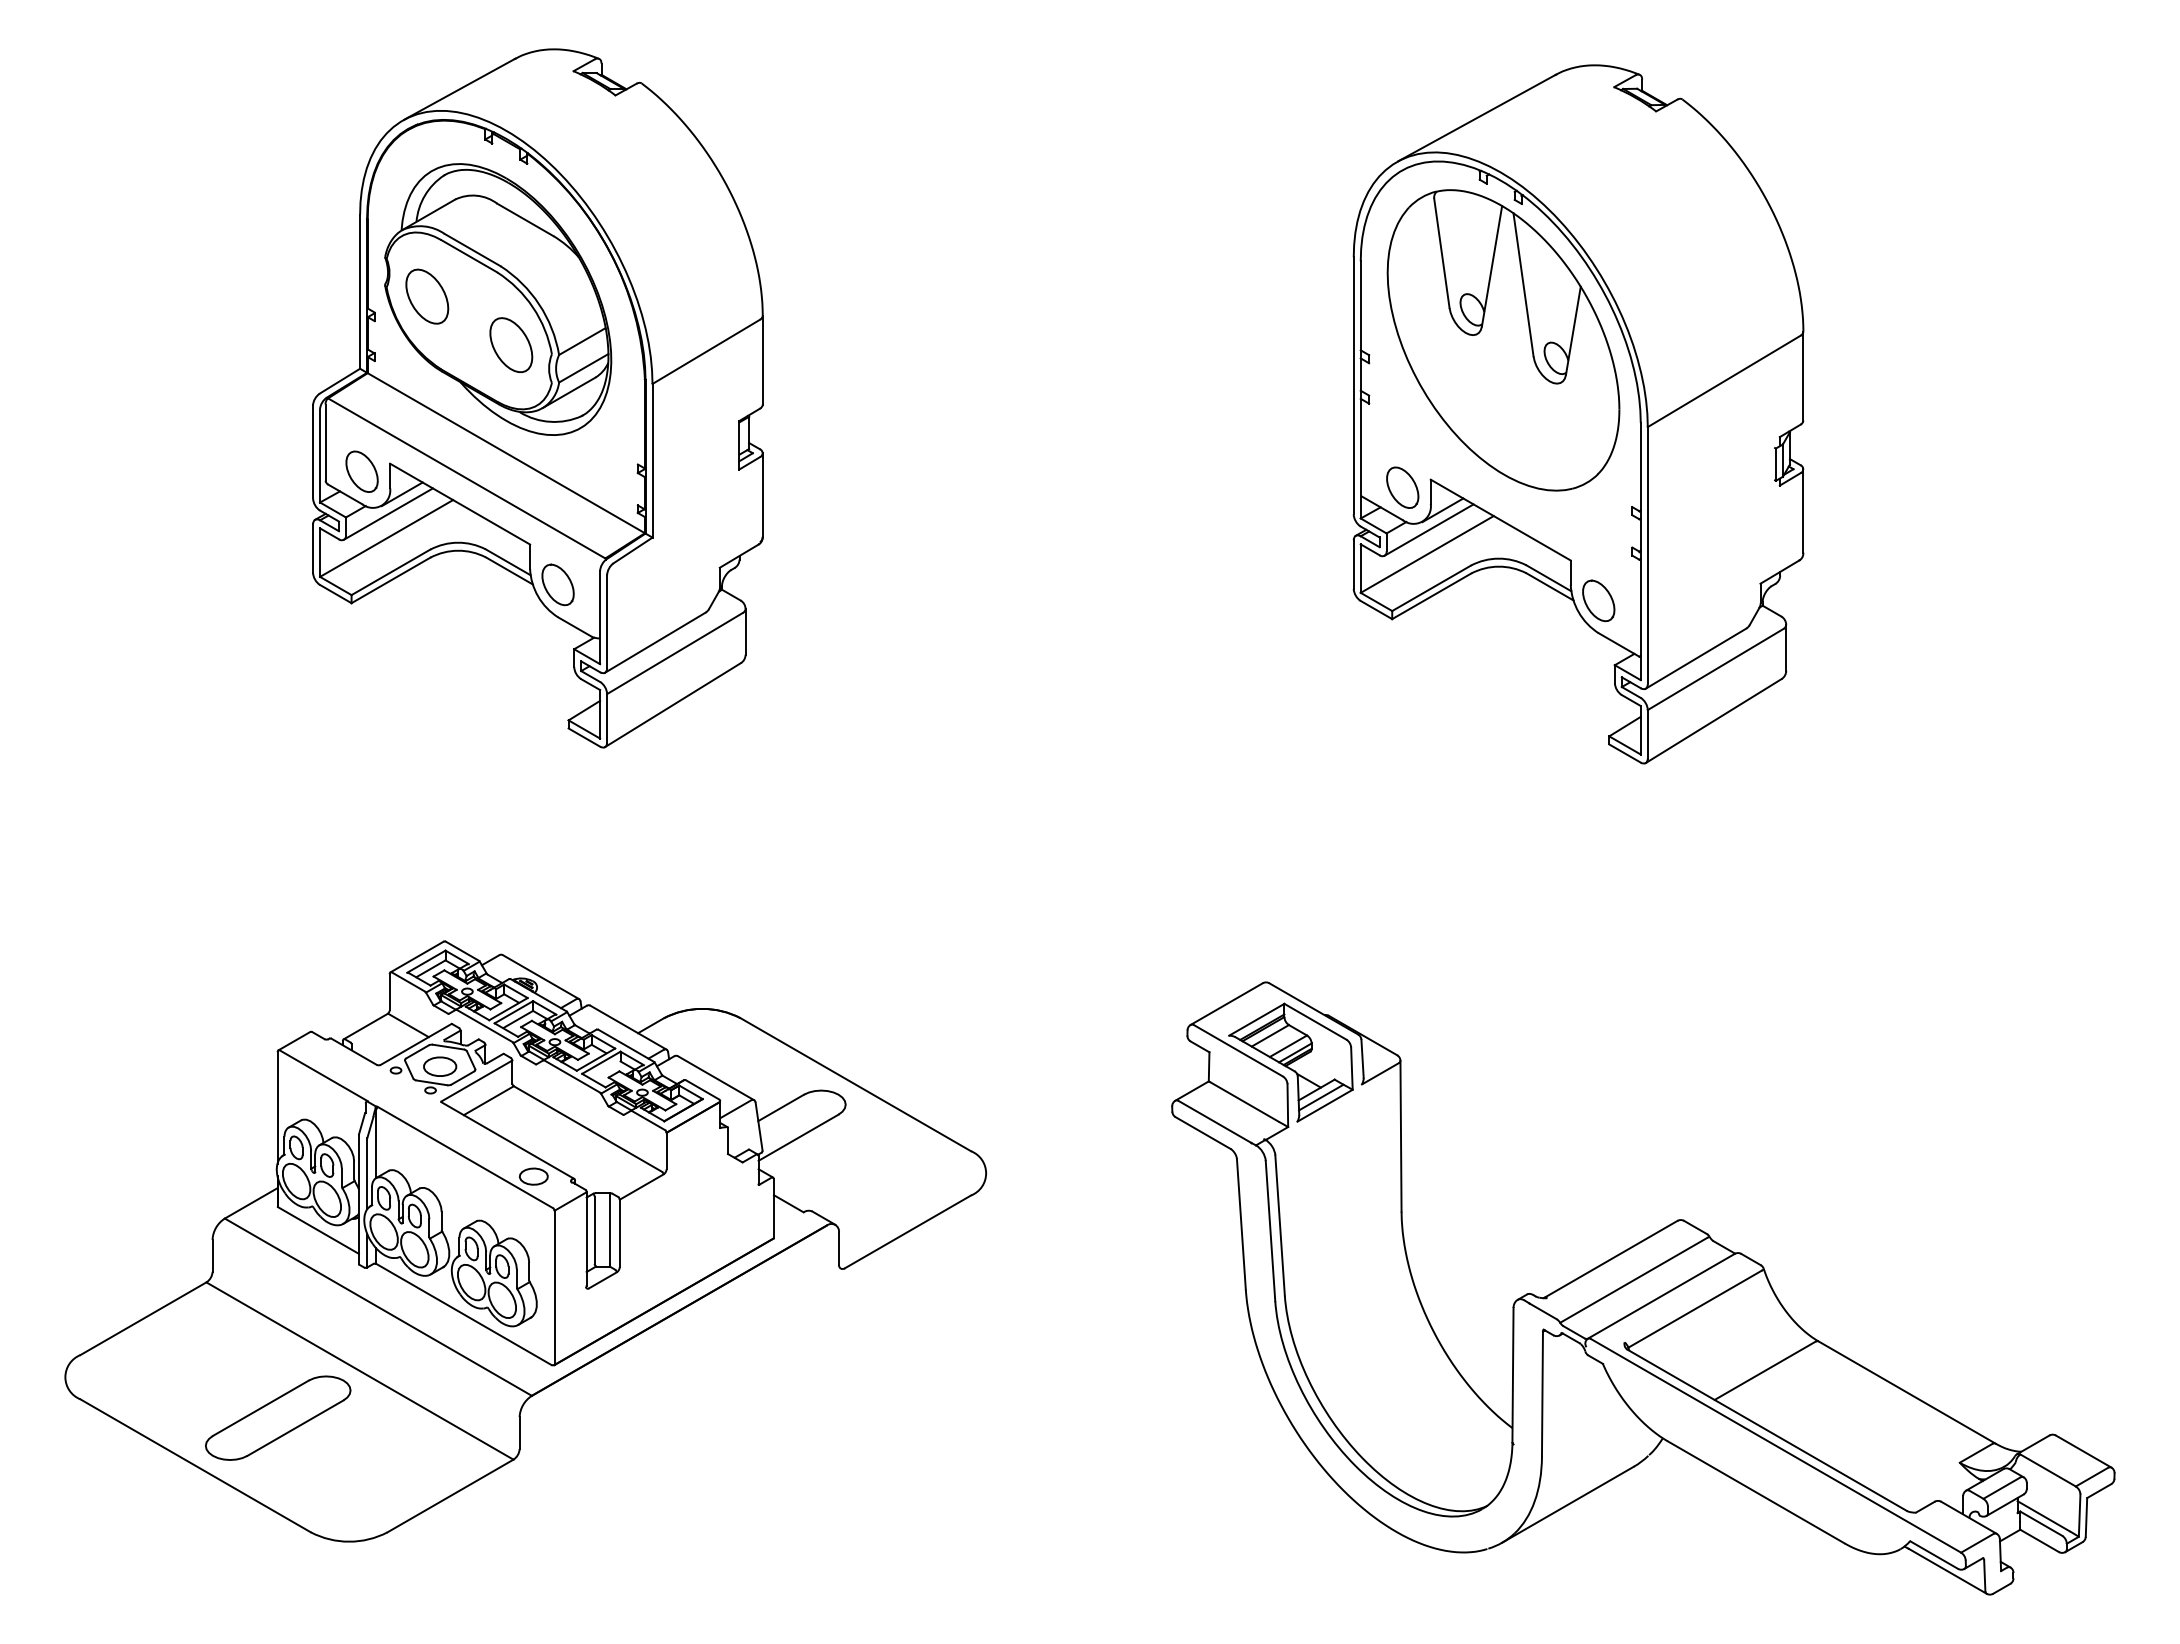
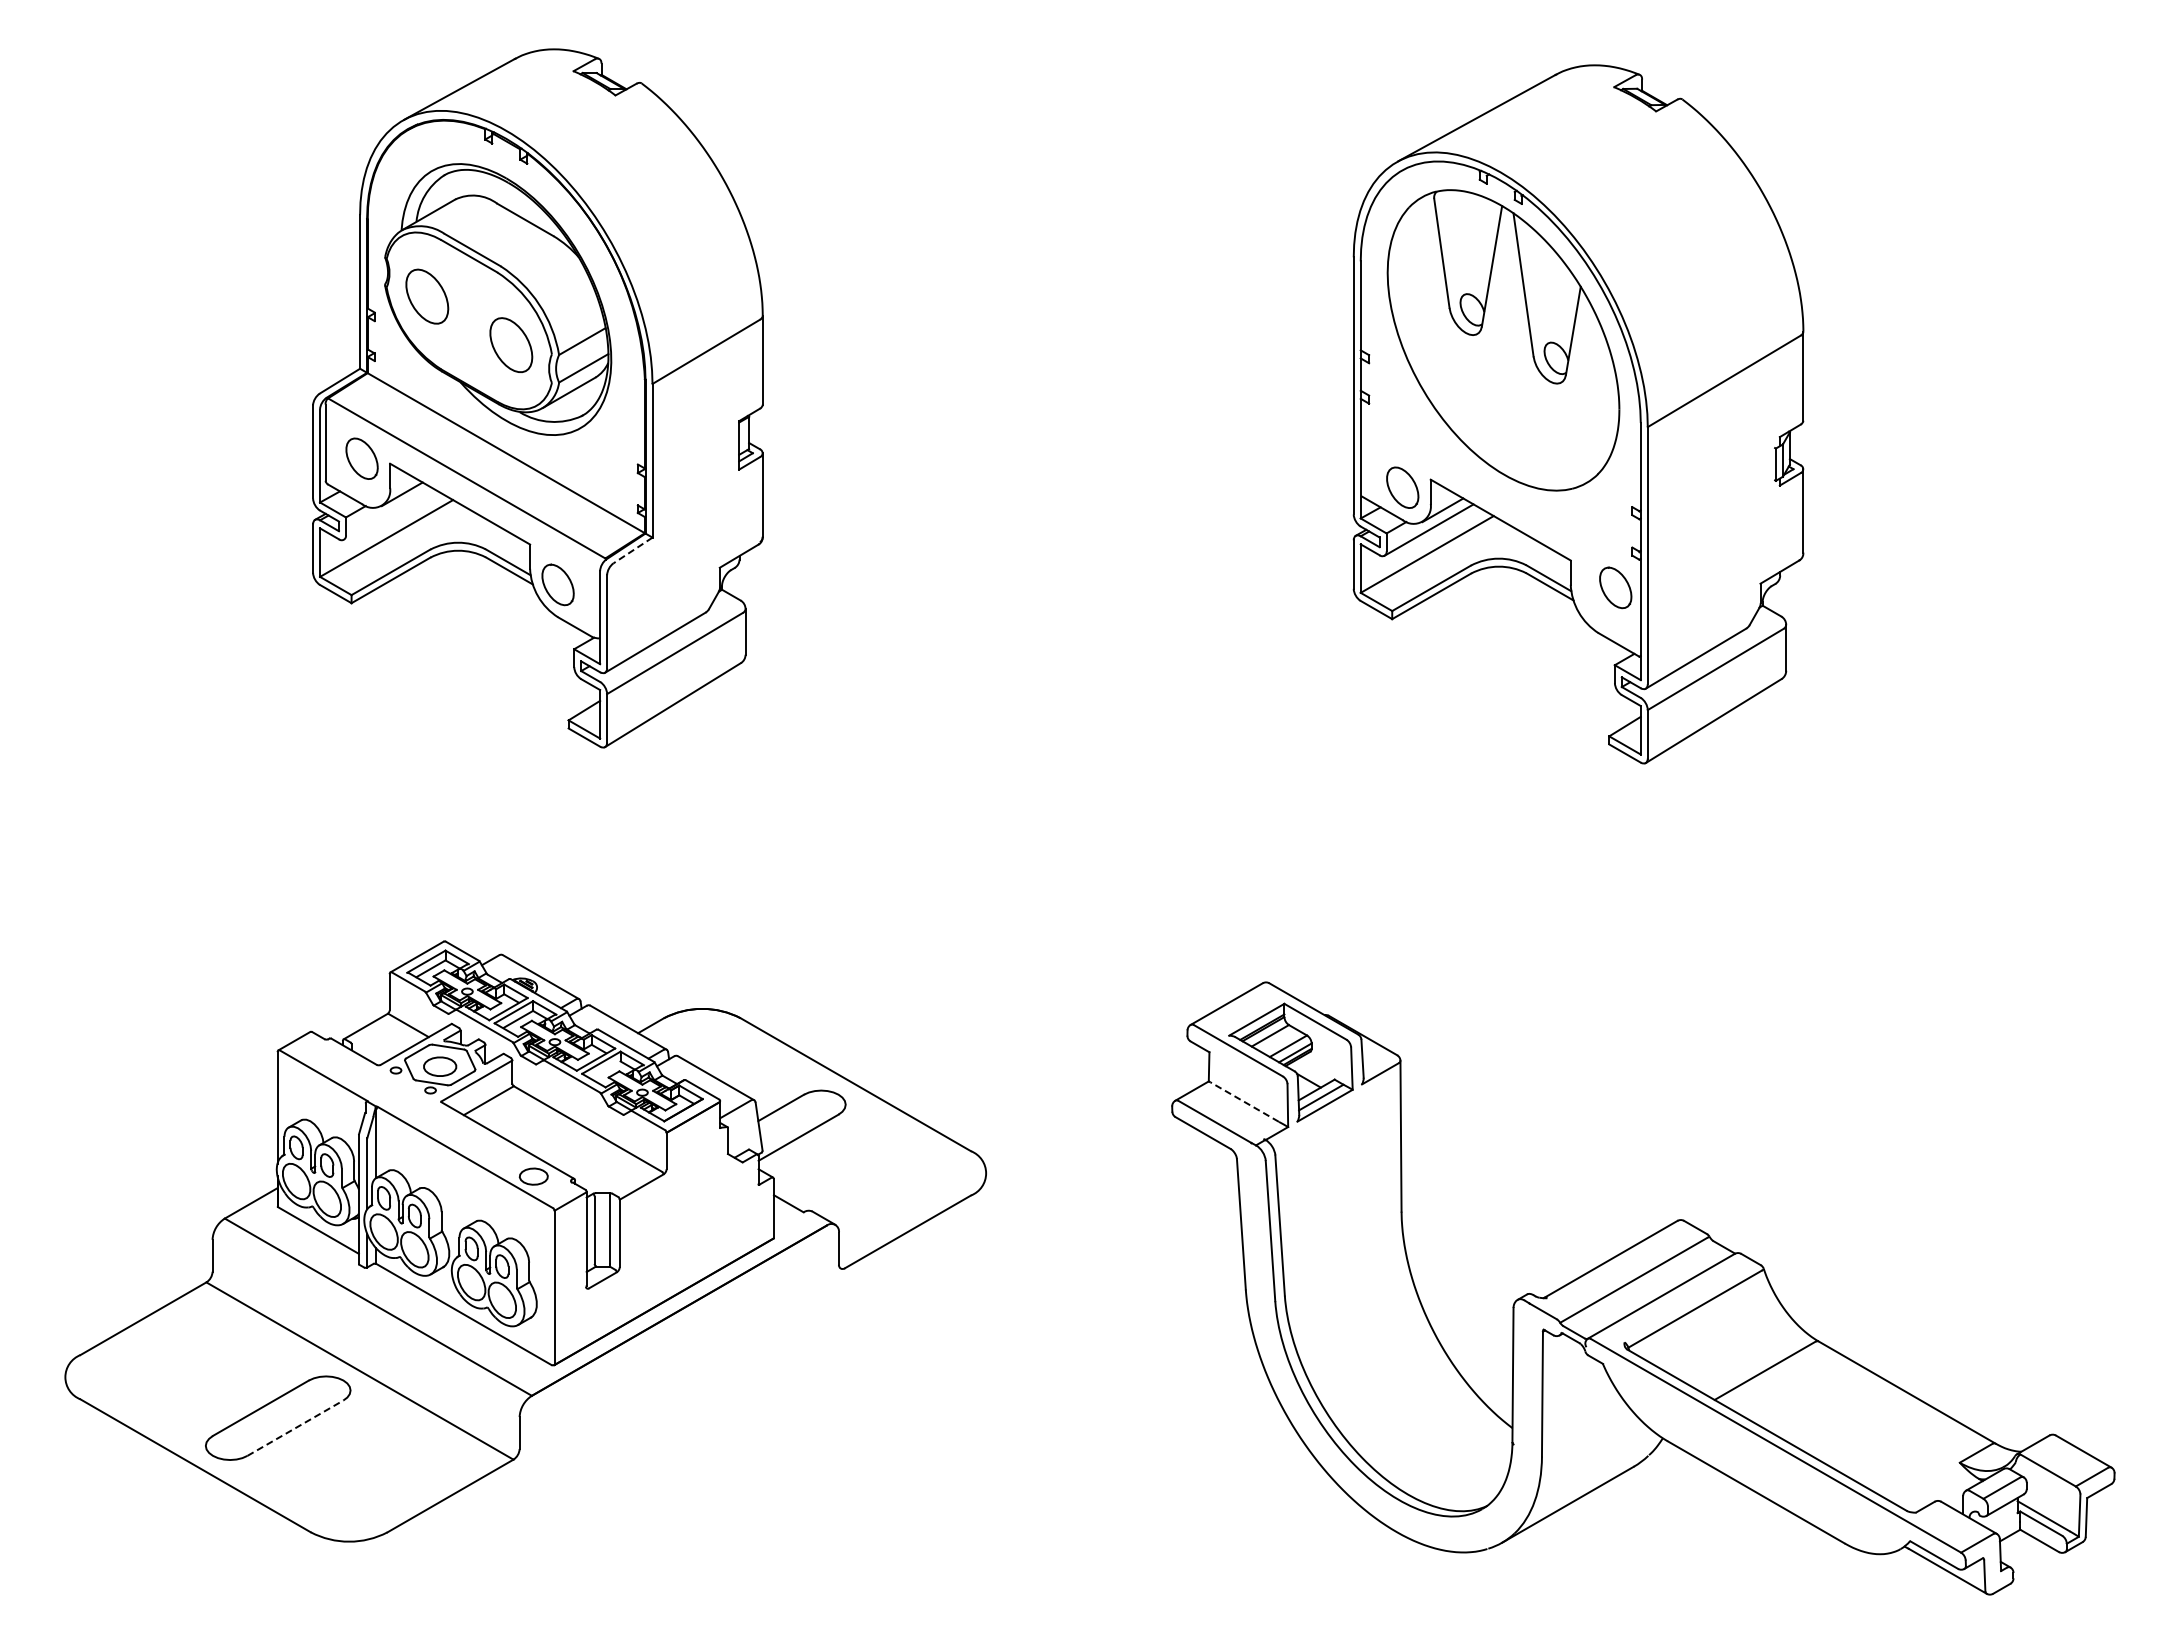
part at (361, 471) position: (361, 471) -> (361, 458)
line at (387, 513): present -> none
line at (632, 550): solid -> dashed
part at (1598, 600) position: (1598, 600) -> (1615, 587)
line at (1244, 1101): solid -> dashed
line at (295, 1427): solid -> dashed
